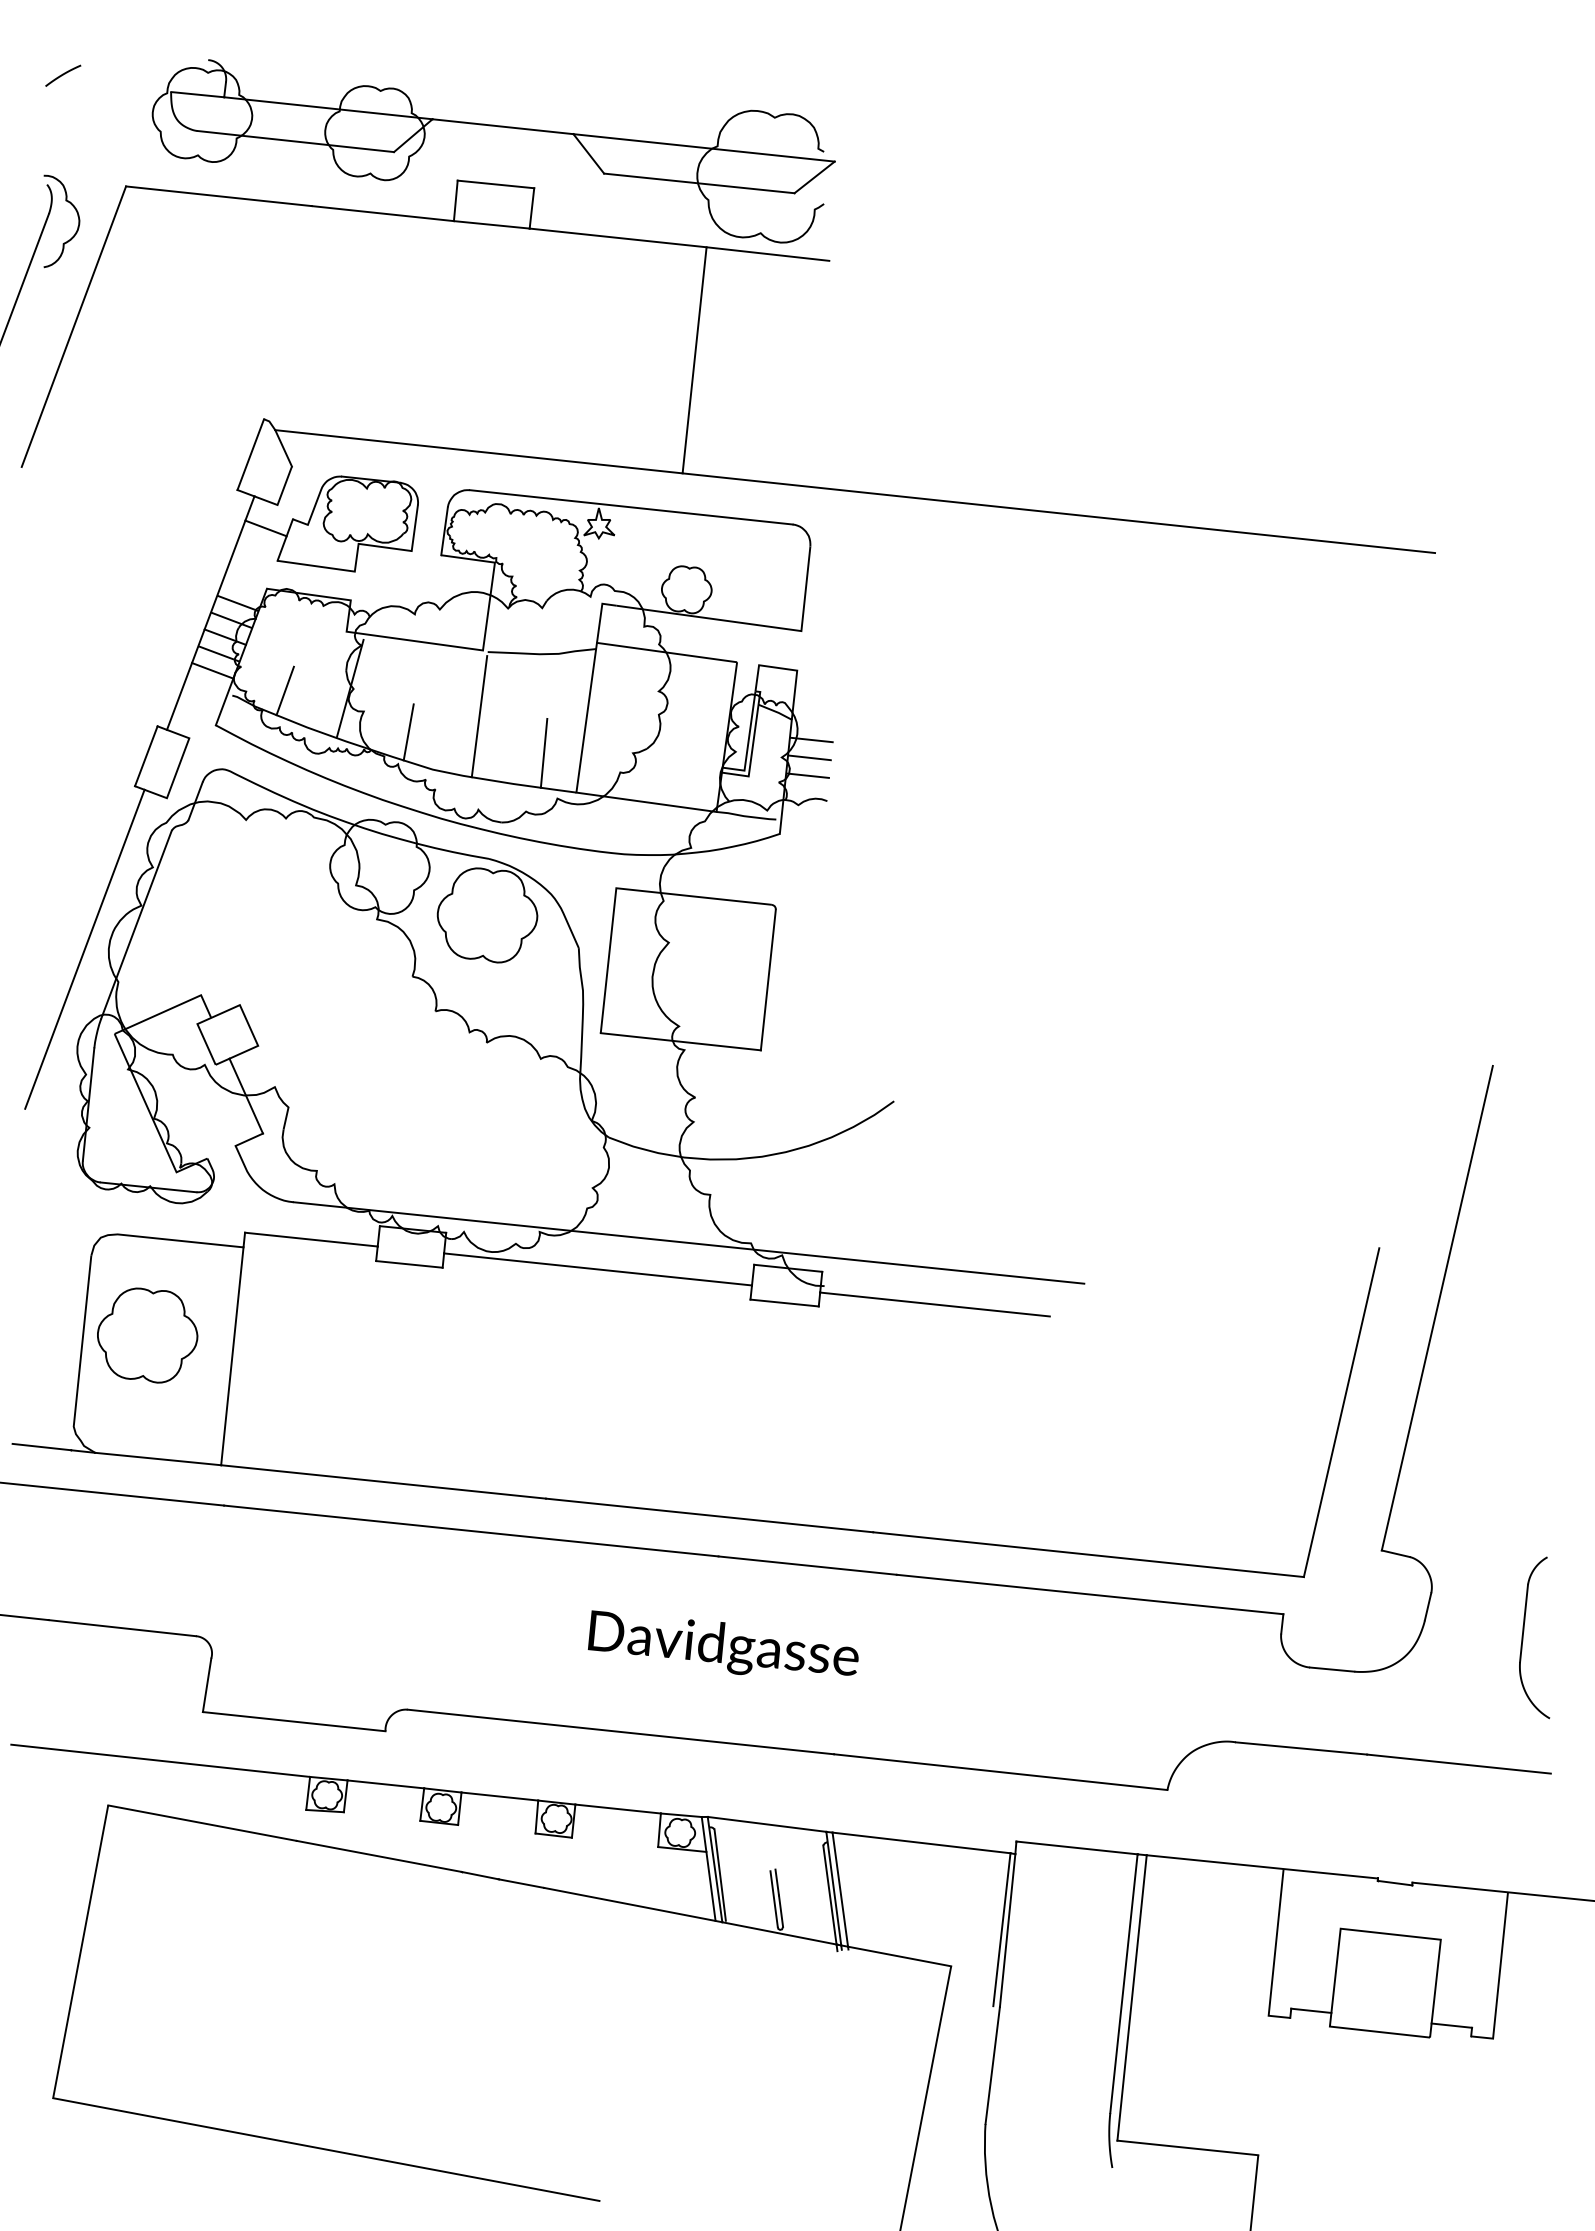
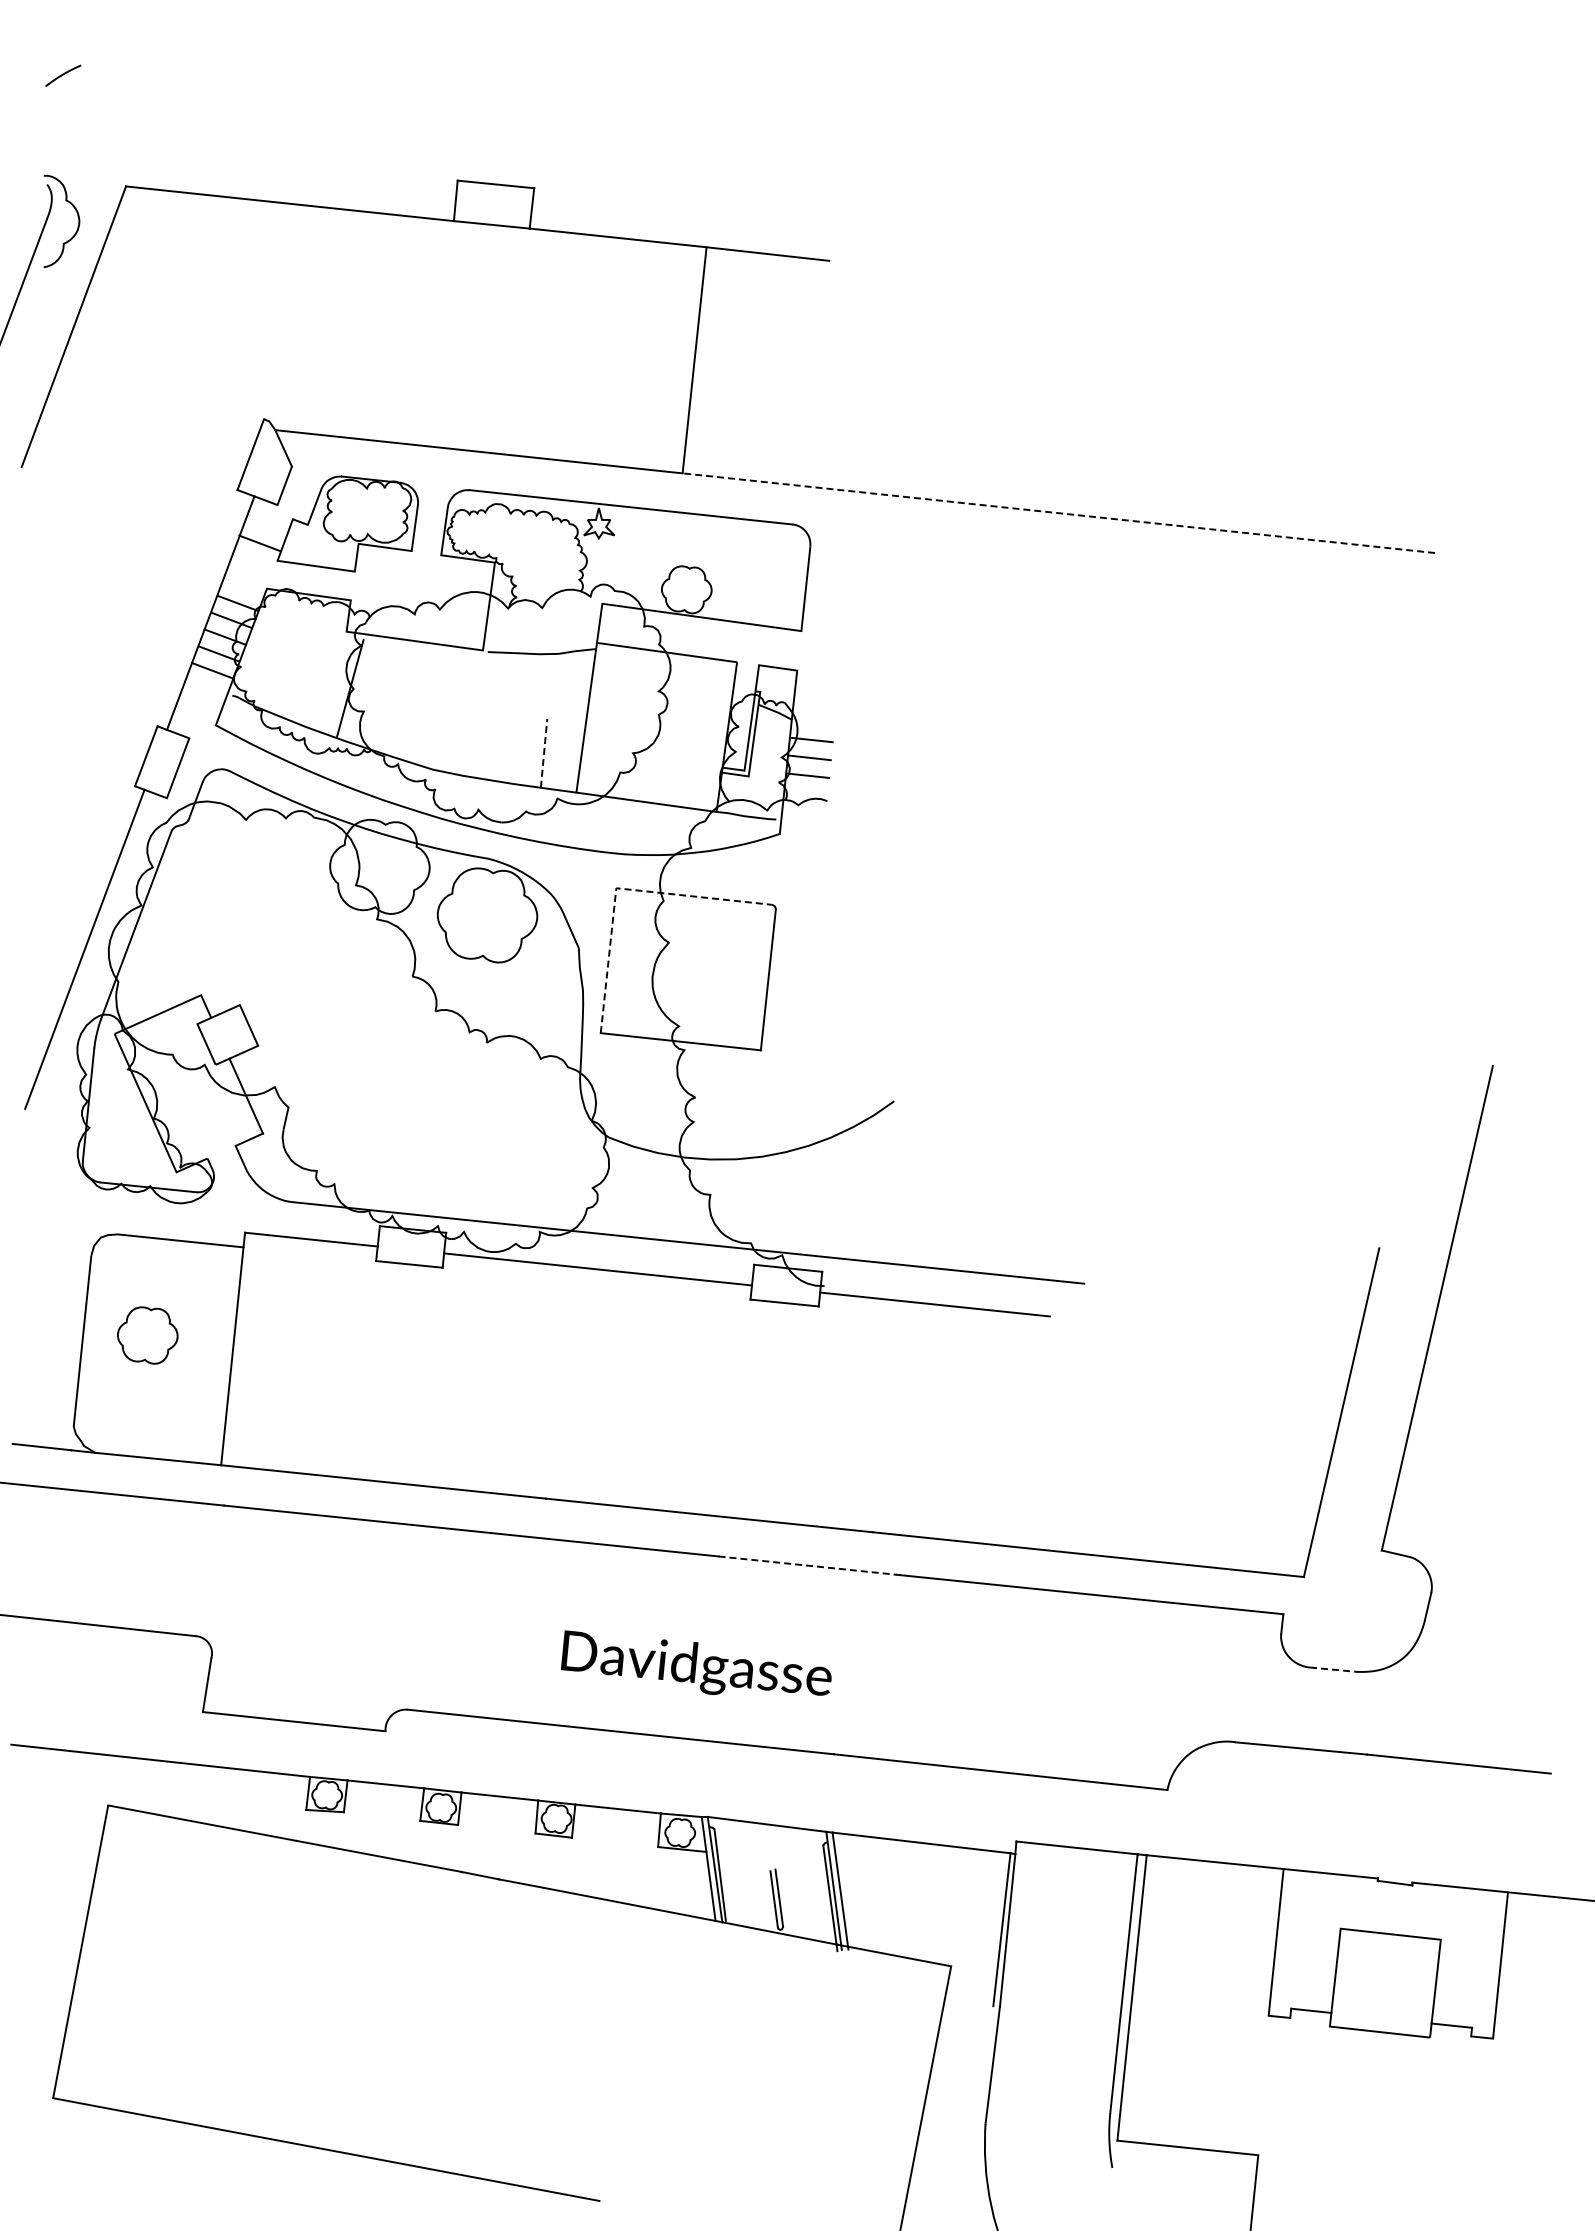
part at (498, 127): present -> none
line at (1058, 513): solid -> dashed
line at (265, 528) position: (265, 528) -> (259, 543)
line at (284, 690): present -> none
line at (479, 716): present -> none
line at (408, 732): present -> none
line at (544, 753): solid -> dashed
line at (621, 888): solid -> dashed
part at (147, 1335) size: 102x97 px -> 62x59 px
line at (807, 1565): solid -> dashed
part at (1523, 1637): present -> none
text at (722, 1642) position: (722, 1642) -> (695, 1662)
line at (1332, 1669): solid -> dashed
